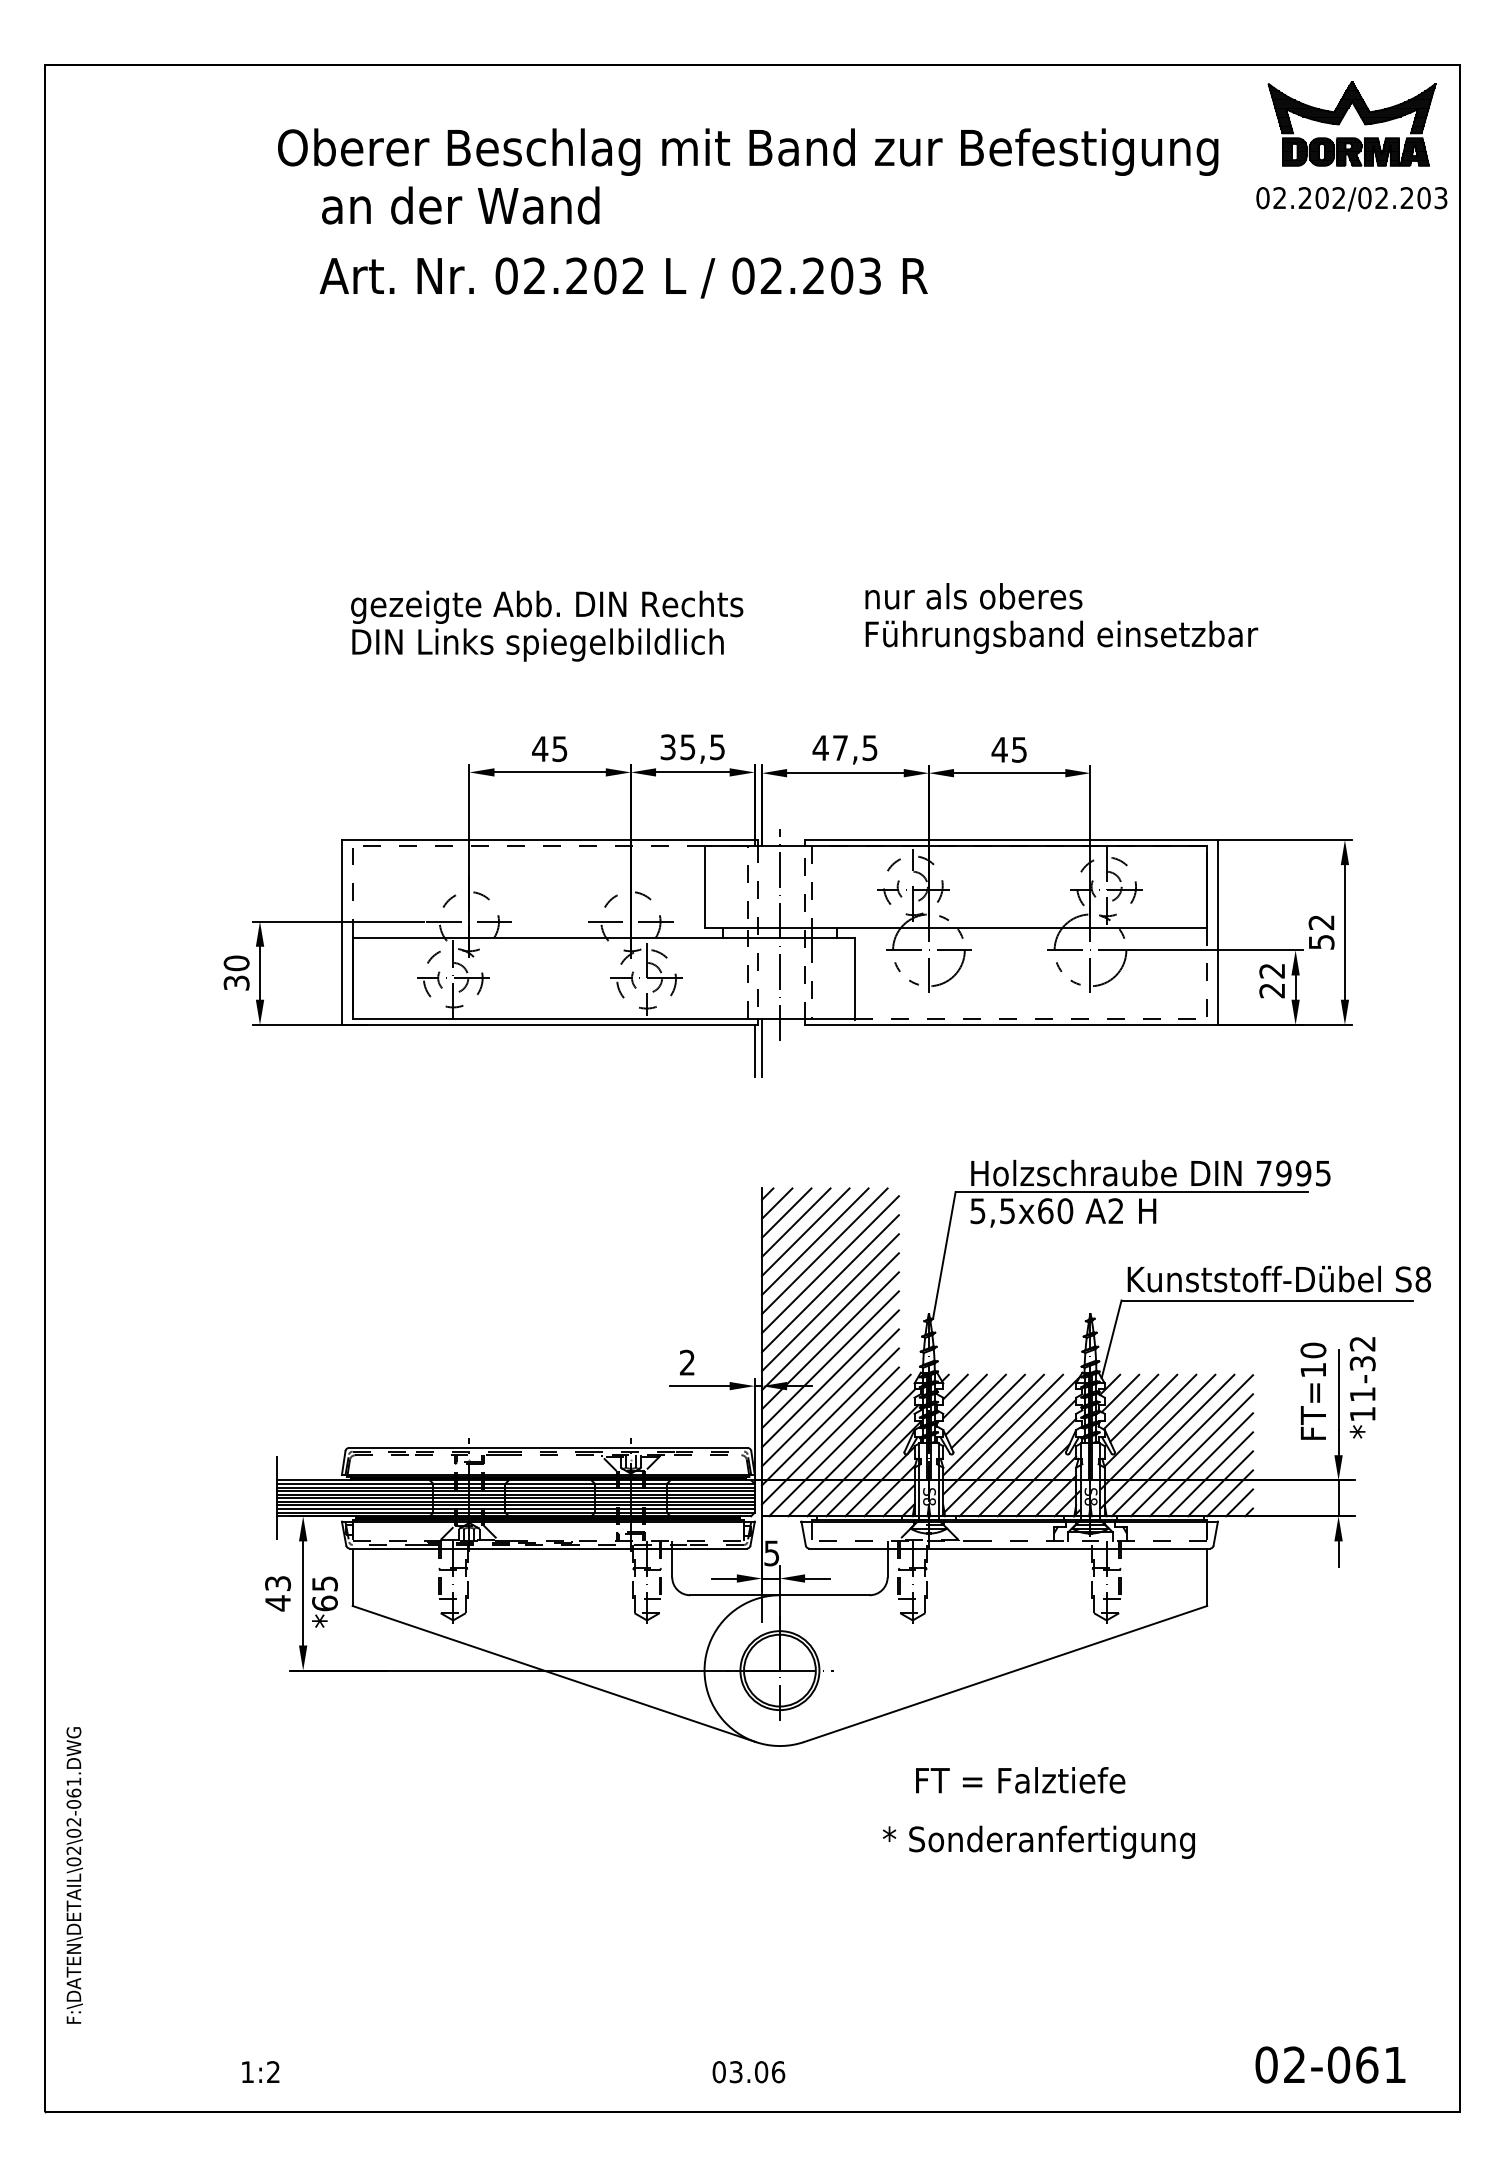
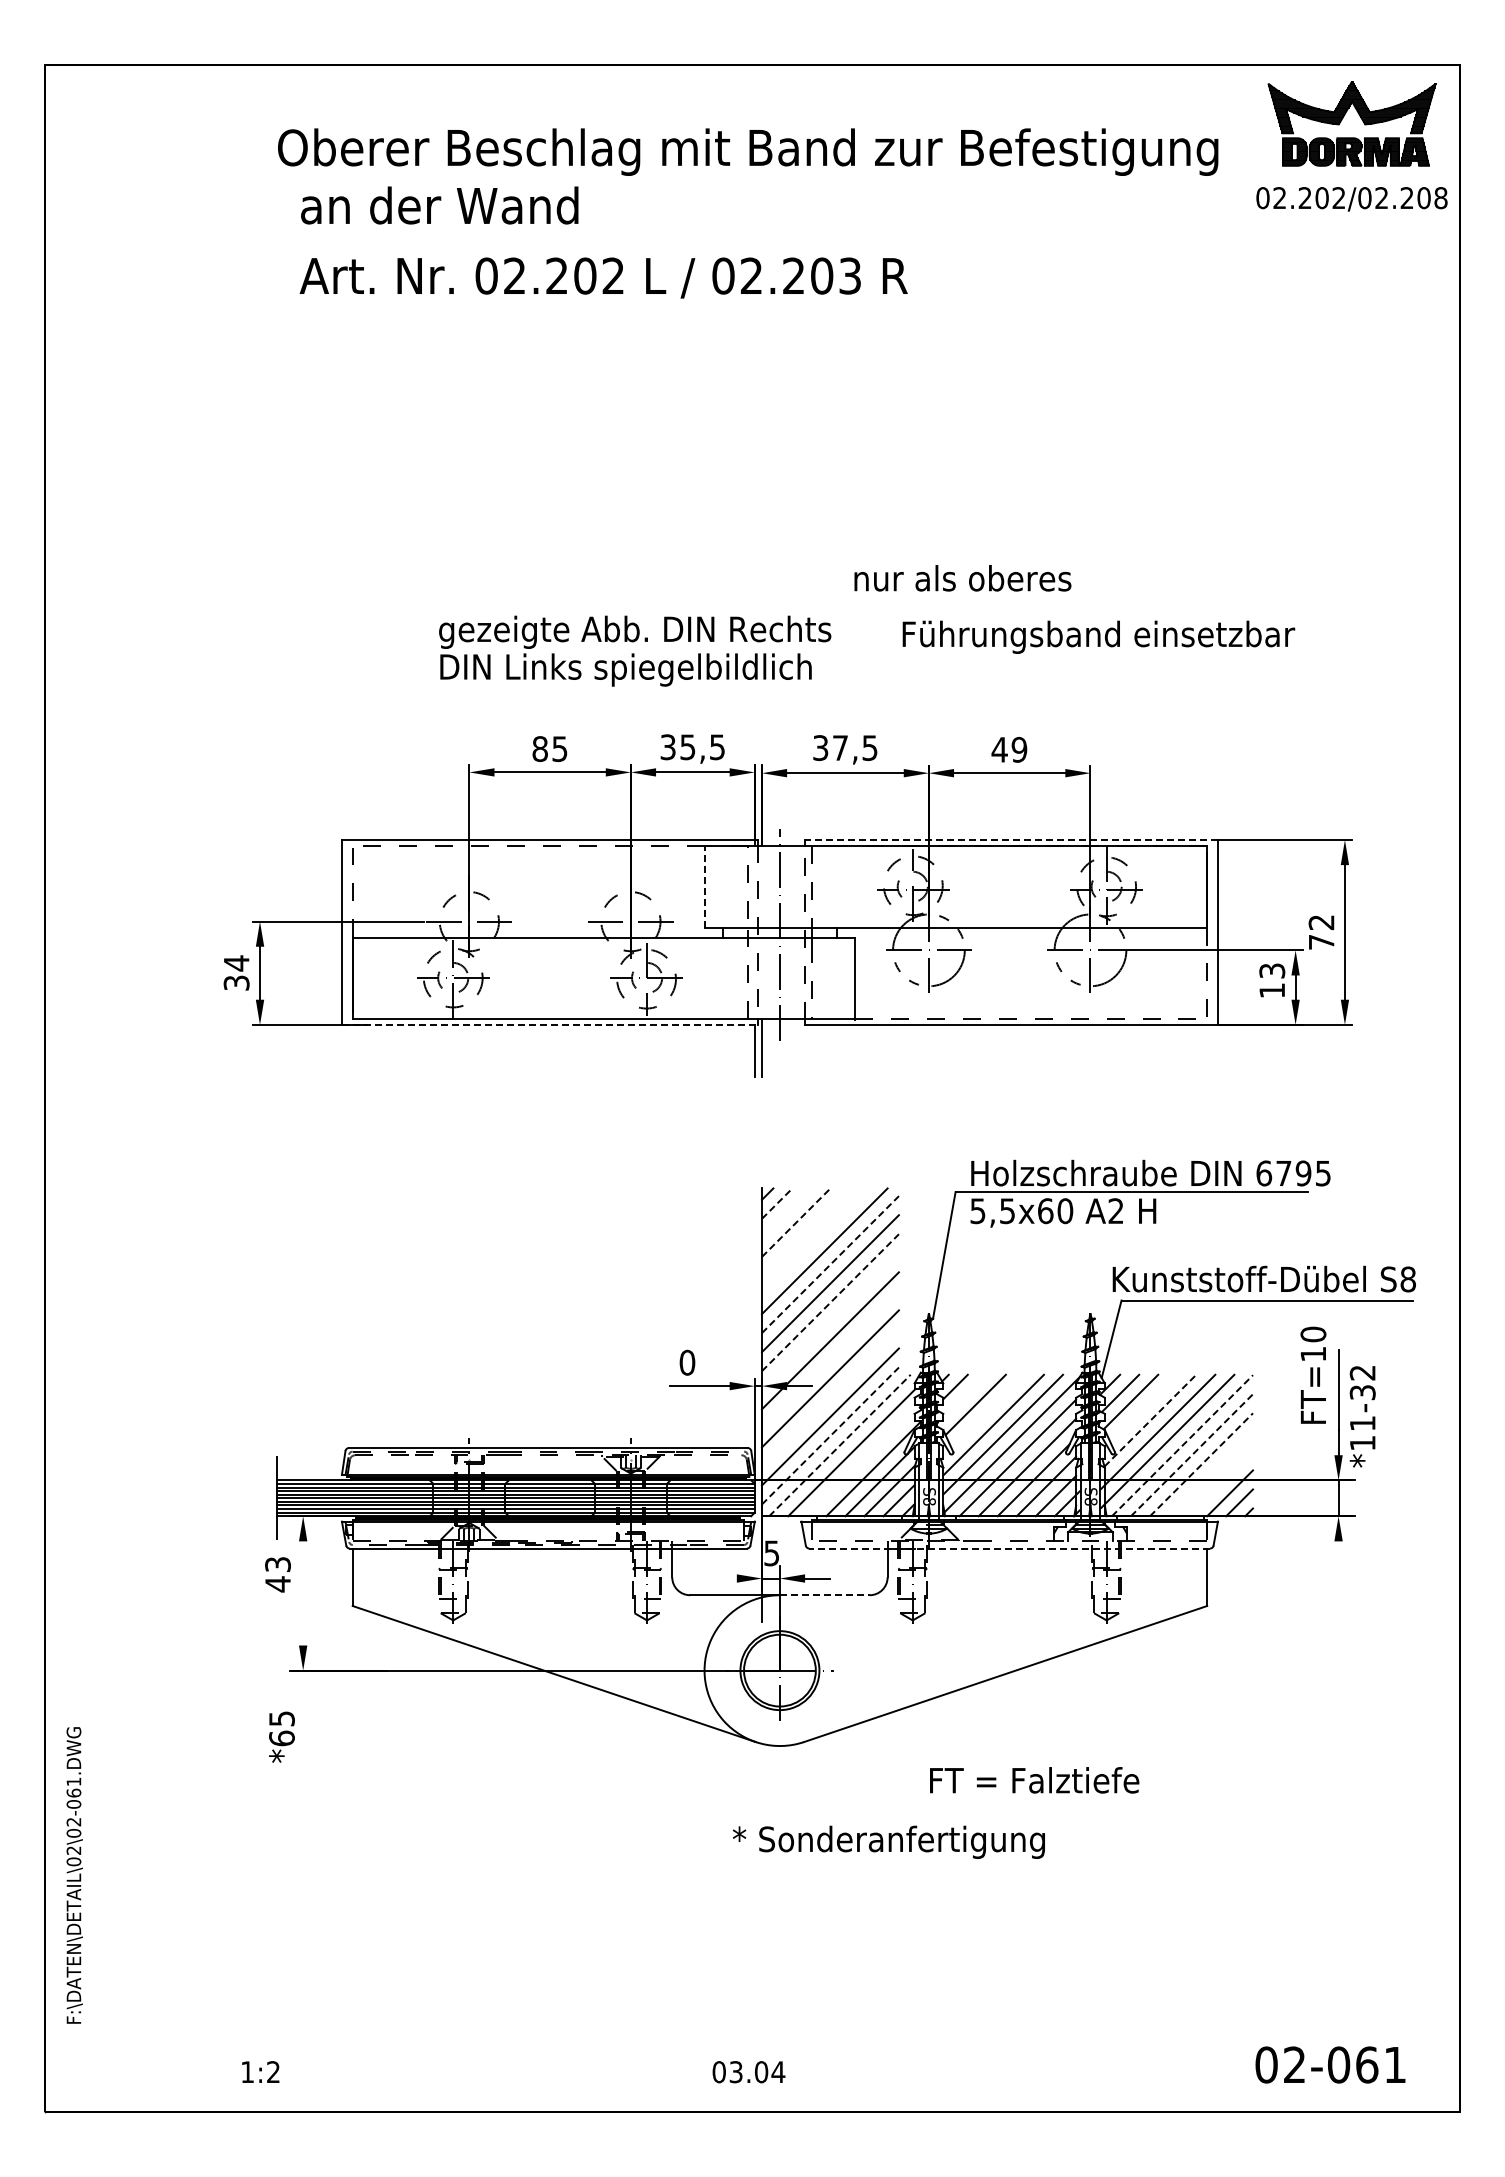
text at (1440, 198): 02.202/02.203 -> 02.202/02.208
text at (460, 205) position: (460, 205) -> (439, 205)
text at (623, 277) position: (623, 277) -> (603, 277)
text at (973, 596) position: (973, 596) -> (962, 578)
text at (547, 625) position: (547, 625) -> (635, 650)
text at (1061, 636) position: (1061, 636) -> (1098, 636)
text at (820, 748): 47,5 -> 37,5
text at (540, 749): 45 -> 85
text at (1019, 749): 45 -> 49
line at (1011, 839): solid -> dashed
line at (704, 886): solid -> dashed
text at (1321, 942): 52 -> 72
text at (236, 963): 30 -> 34
text at (1272, 980): 22 -> 13
line at (550, 1024): solid -> dashed
text at (1273, 1173): 7995 -> 6795
line at (777, 1203): solid -> dashed
line at (786, 1212): present -> none
line at (796, 1222): solid -> dashed
line at (805, 1232): present -> none
line at (814, 1241): present -> none
line at (830, 1264): solid -> dashed
text at (1278, 1278) position: (1278, 1278) -> (1263, 1278)
line at (830, 1302): solid -> dashed
line at (829, 1321): present -> none
line at (829, 1359): present -> none
text at (687, 1362): 2 -> 0
text at (1362, 1387) position: (1362, 1387) -> (1362, 1416)
text at (1313, 1390) position: (1313, 1390) -> (1313, 1374)
line at (964, 1396): present -> none
line at (829, 1397): present -> none
line at (1143, 1407): present -> none
line at (987, 1411): present -> none
line at (1150, 1420): solid -> dashed
line at (830, 1435): solid -> dashed
line at (840, 1445): solid -> dashed
line at (1182, 1445): solid -> dashed
line at (1192, 1454): solid -> dashed
line at (862, 1460): present -> none
line at (1201, 1464): solid -> dashed
line at (1211, 1474): present -> none
line at (1220, 1483): present -> none
line at (1009, 1548): solid -> dashed
line at (1338, 1553): present -> none
line at (723, 1578): present -> none
text at (277, 1593) position: (277, 1593) -> (277, 1574)
line at (303, 1593): present -> none
line at (824, 1595): solid -> dashed
text at (324, 1601) position: (324, 1601) -> (281, 1736)
text at (1020, 1780) position: (1020, 1780) -> (1034, 1780)
text at (1038, 1841) position: (1038, 1841) -> (888, 1841)
text at (778, 2072): 03.06 -> 03.04
